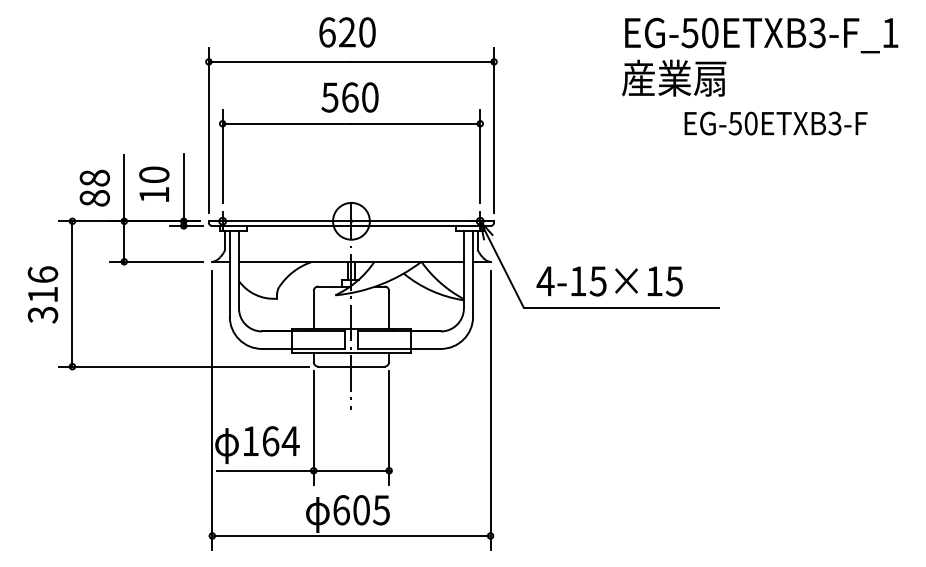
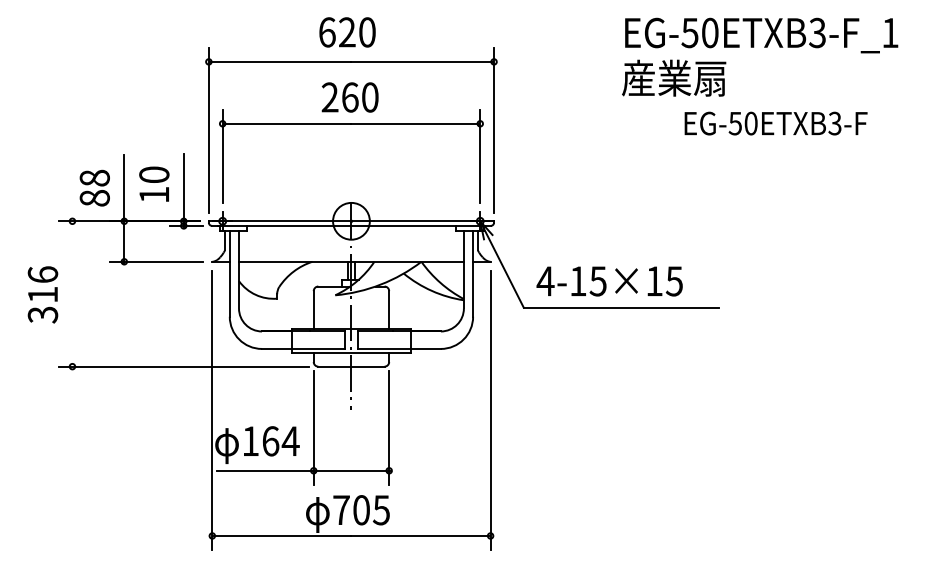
text at (329, 97): 560 -> 260
line at (72, 293): present -> none
text at (341, 510): 605 -> 705
